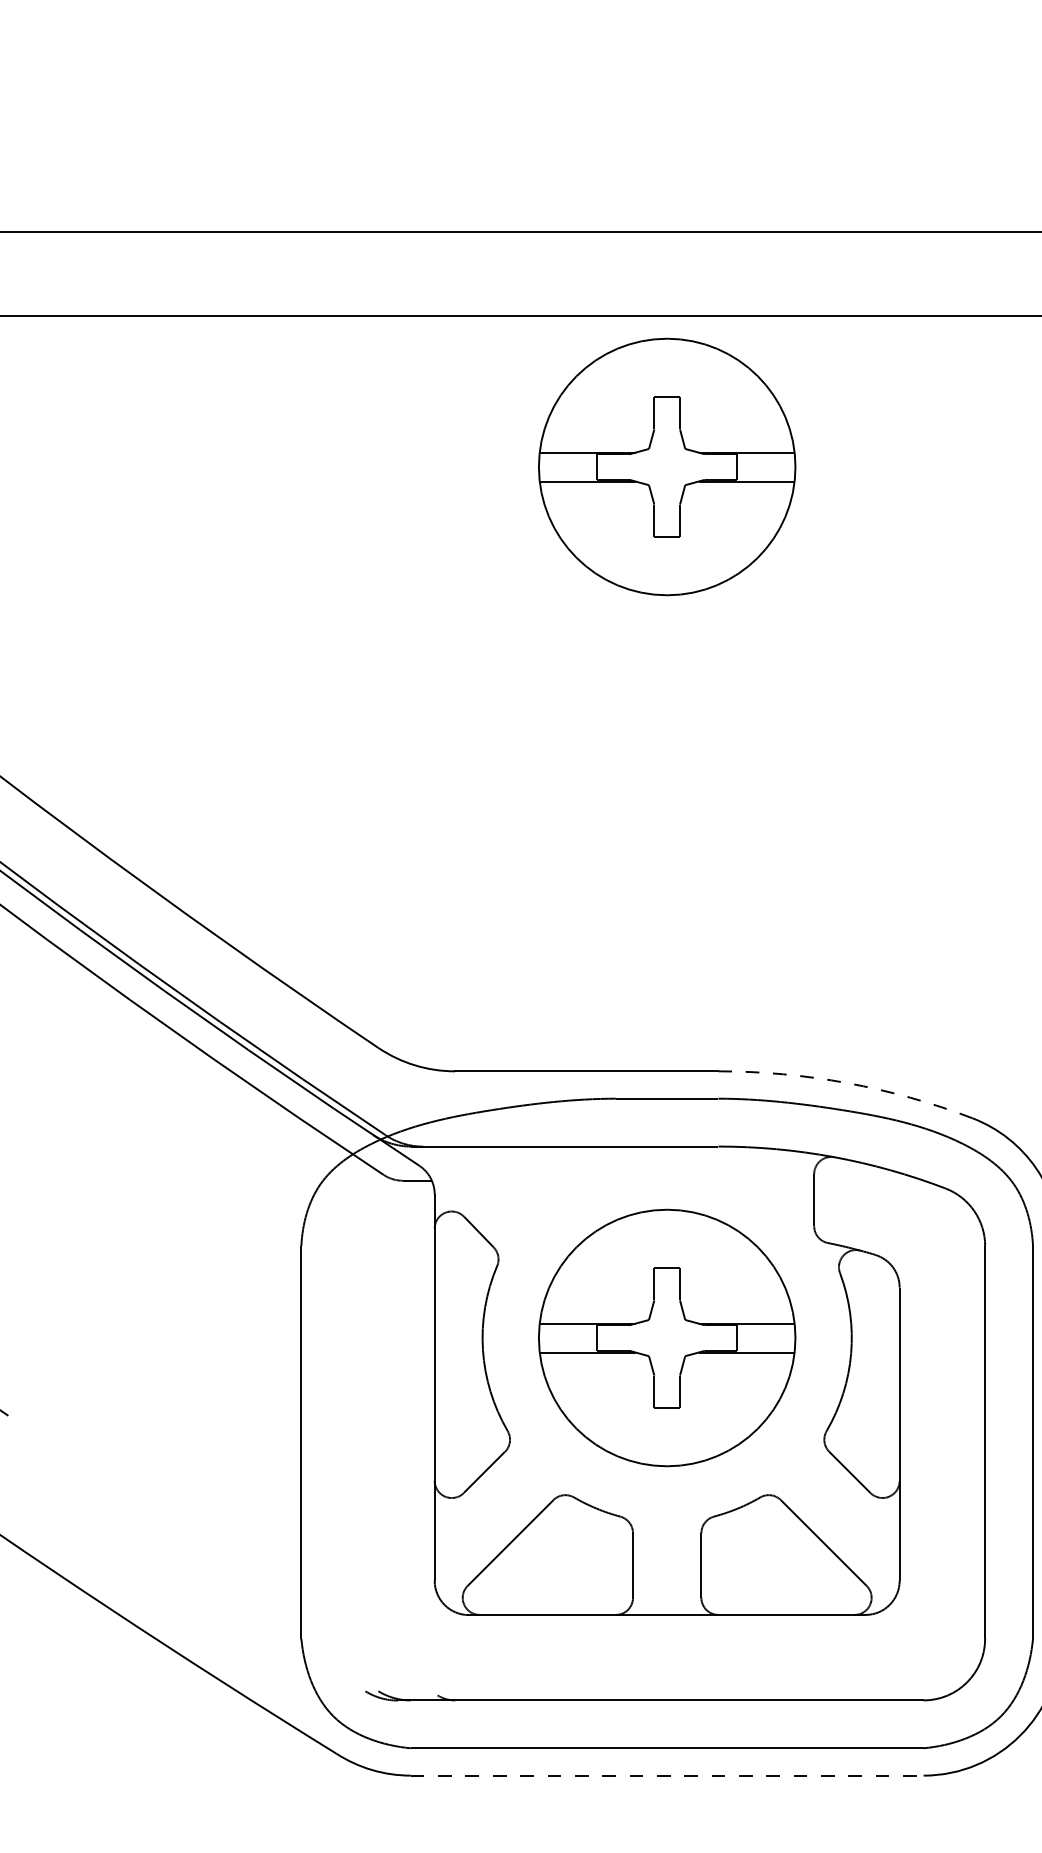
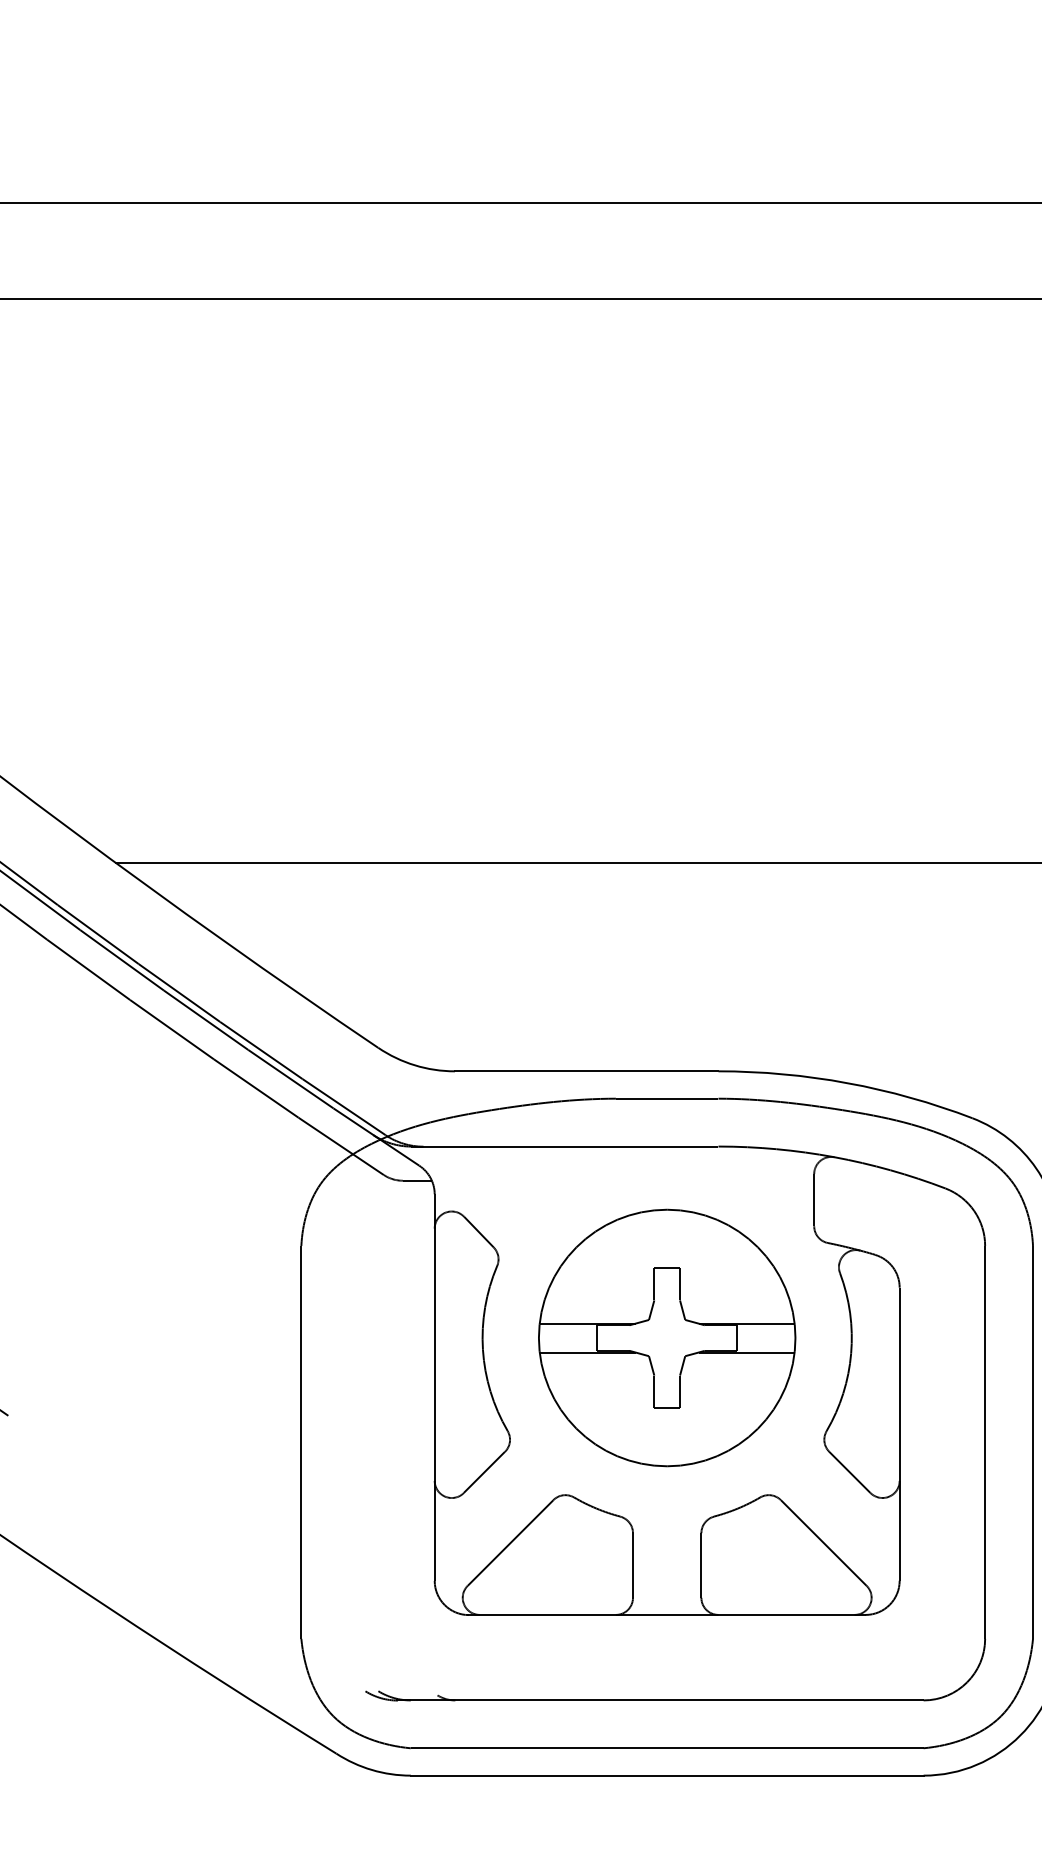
line at (520, 231) position: (520, 231) -> (520, 202)
line at (520, 315) position: (520, 315) -> (520, 298)
part at (667, 466): present -> none
line at (576, 862): none -> present
arc at (847, 1083): dashed -> solid
line at (667, 1775): dashed -> solid
